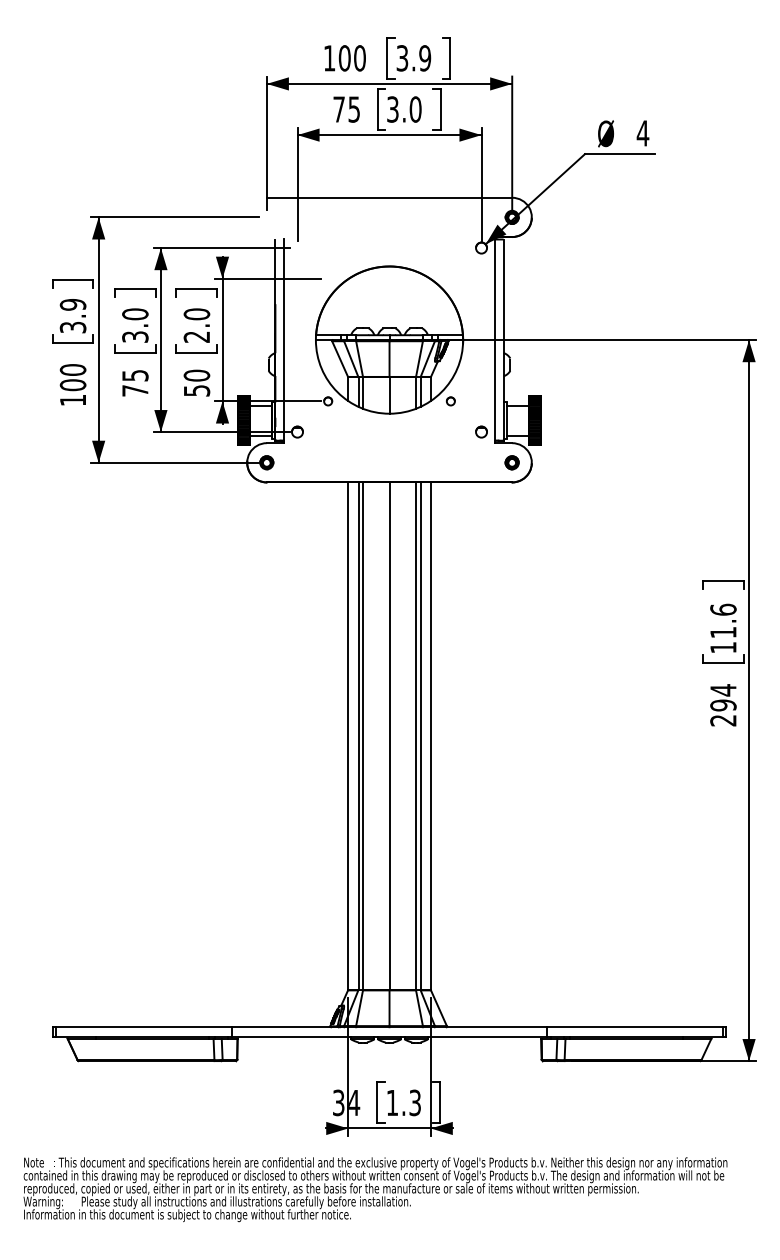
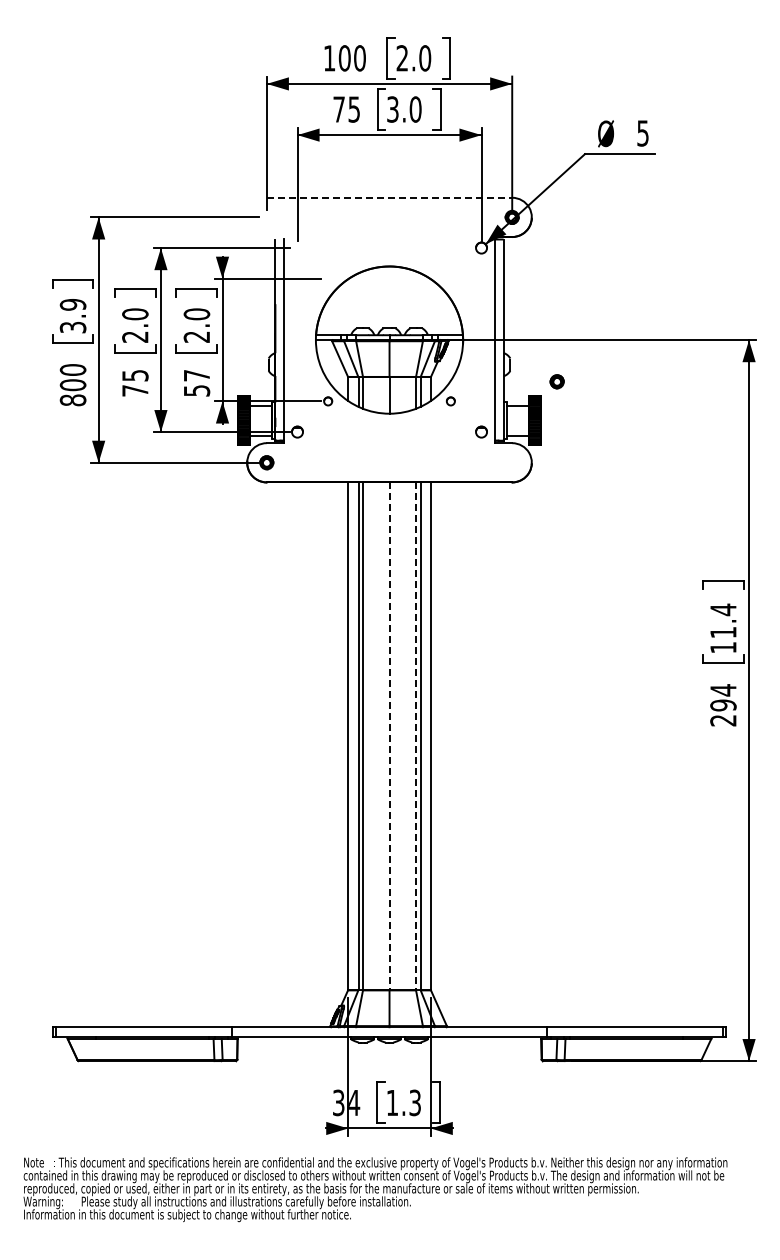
text at (413, 58): 3.9 -> 2.0
text at (642, 133): 4 -> 5
line at (389, 197): solid -> dashed
text at (135, 336): 3.0 -> 2.0
text at (196, 375): 50 -> 57
text at (72, 400): 100 -> 800
part at (511, 462) position: (511, 462) -> (556, 381)
text at (723, 609): 11.6 -> 11.4
line at (389, 736): solid -> dashed
line at (415, 736): solid -> dashed
